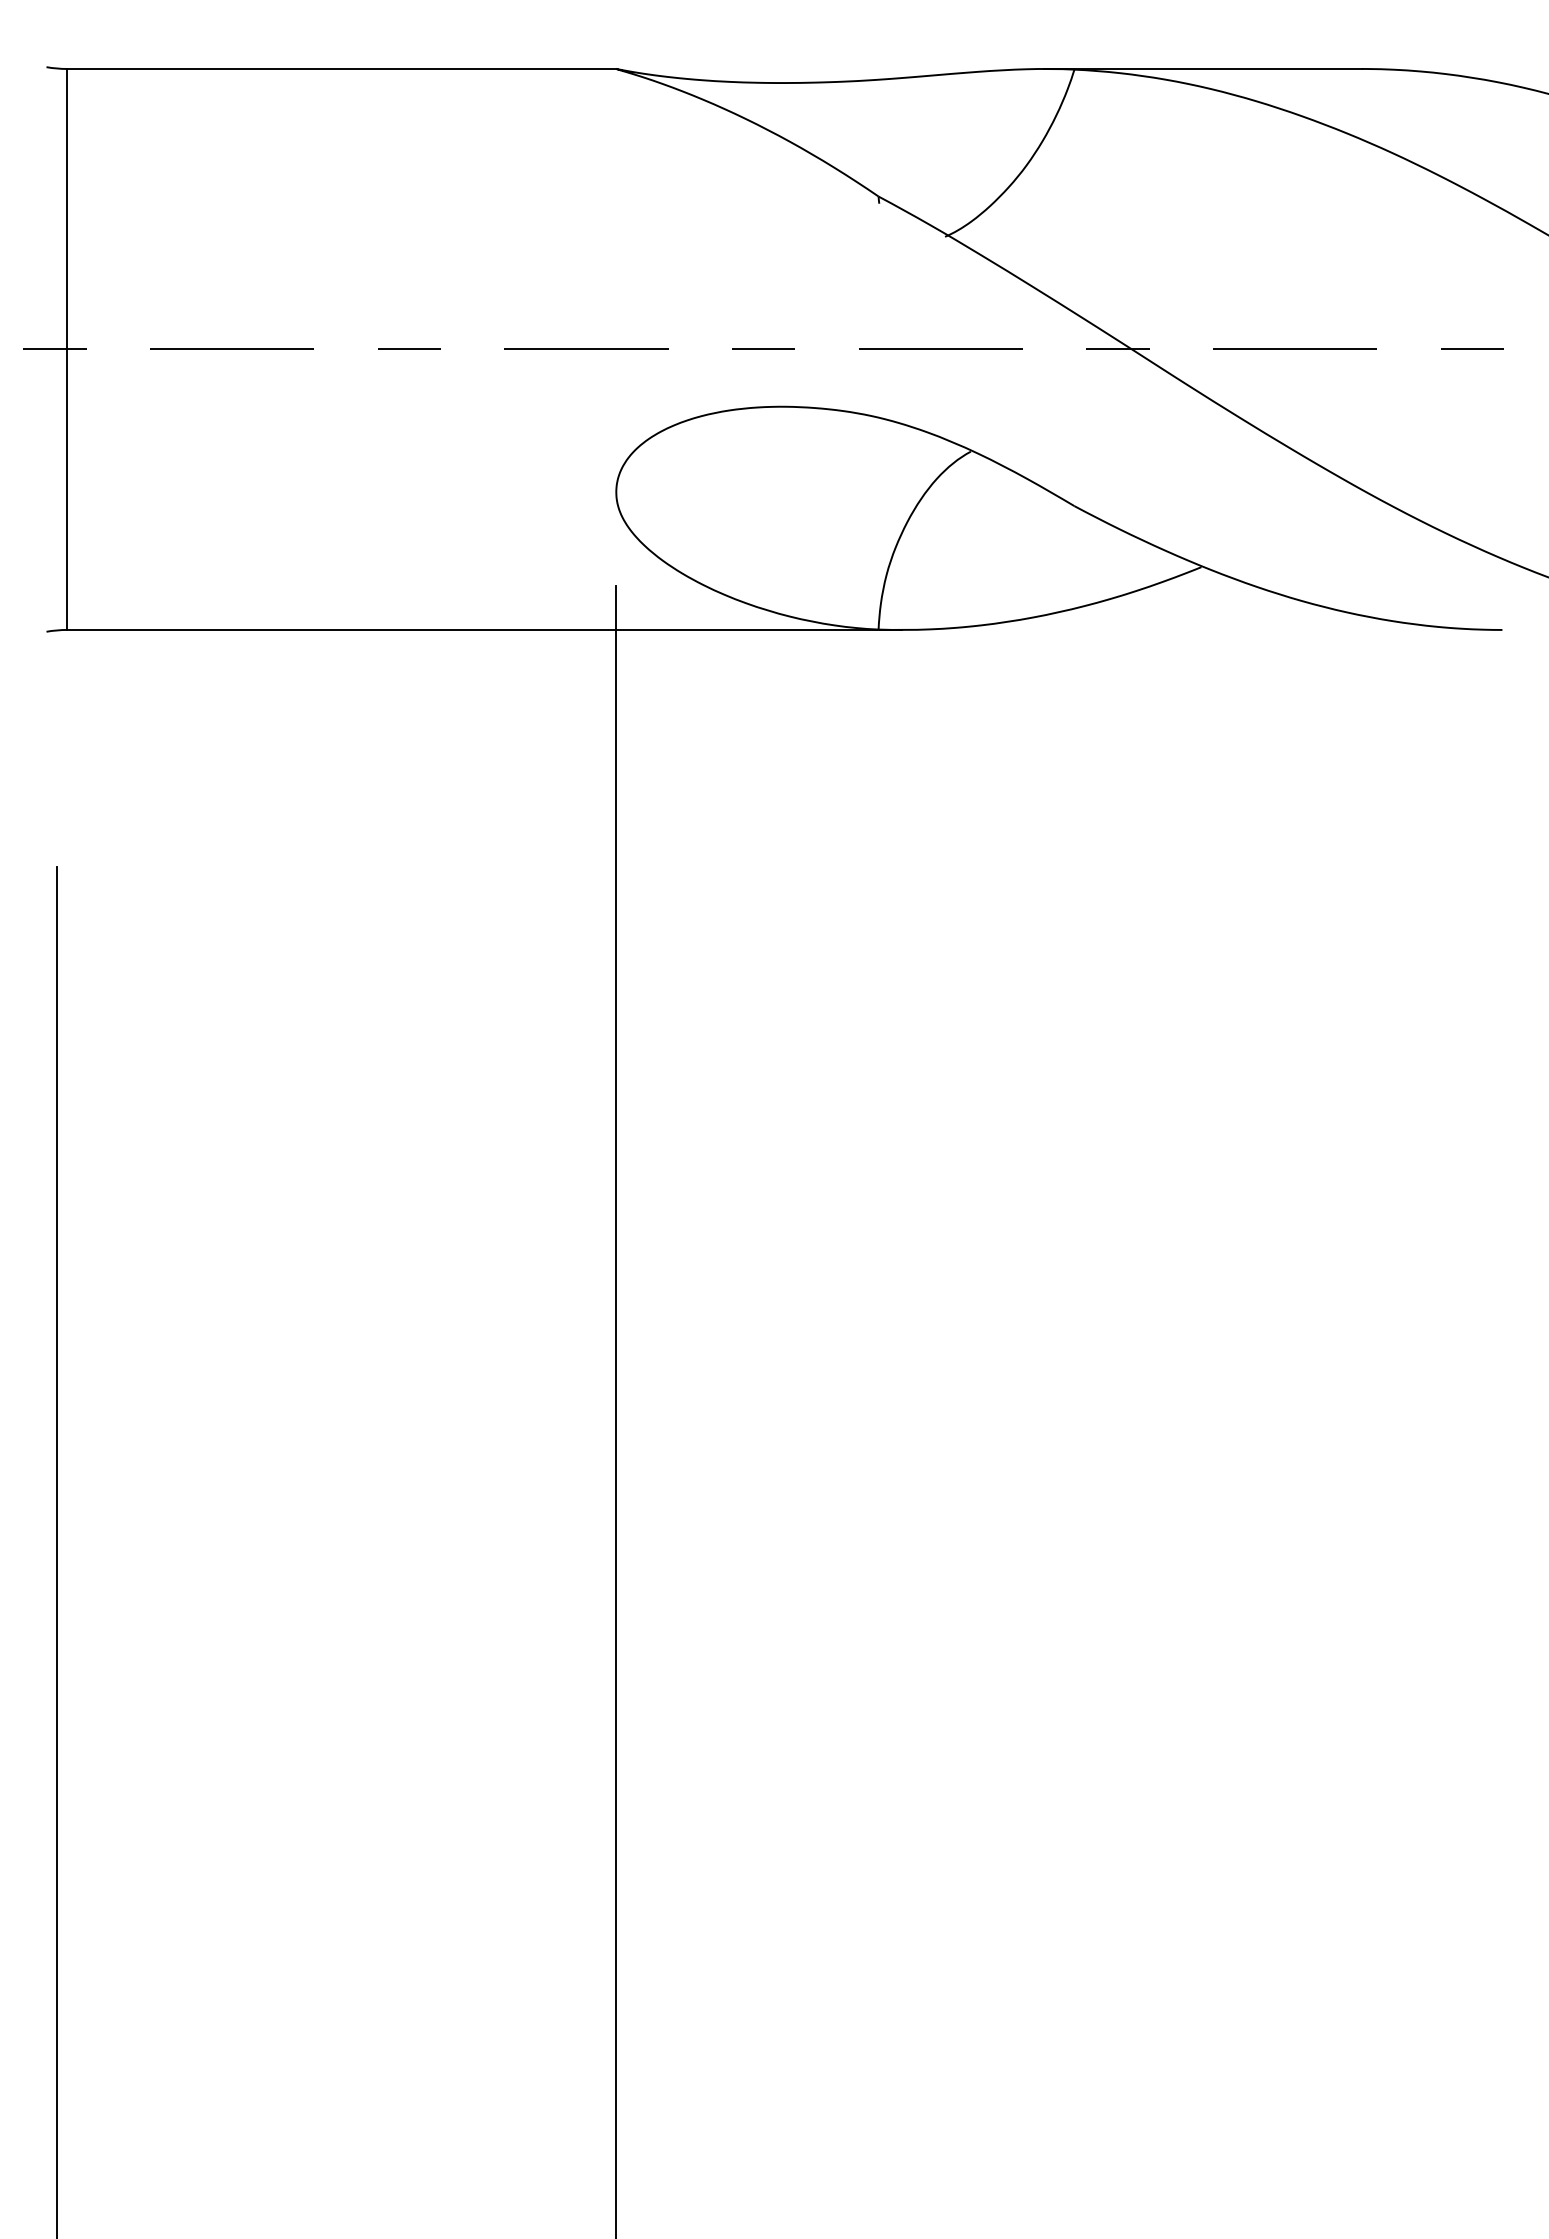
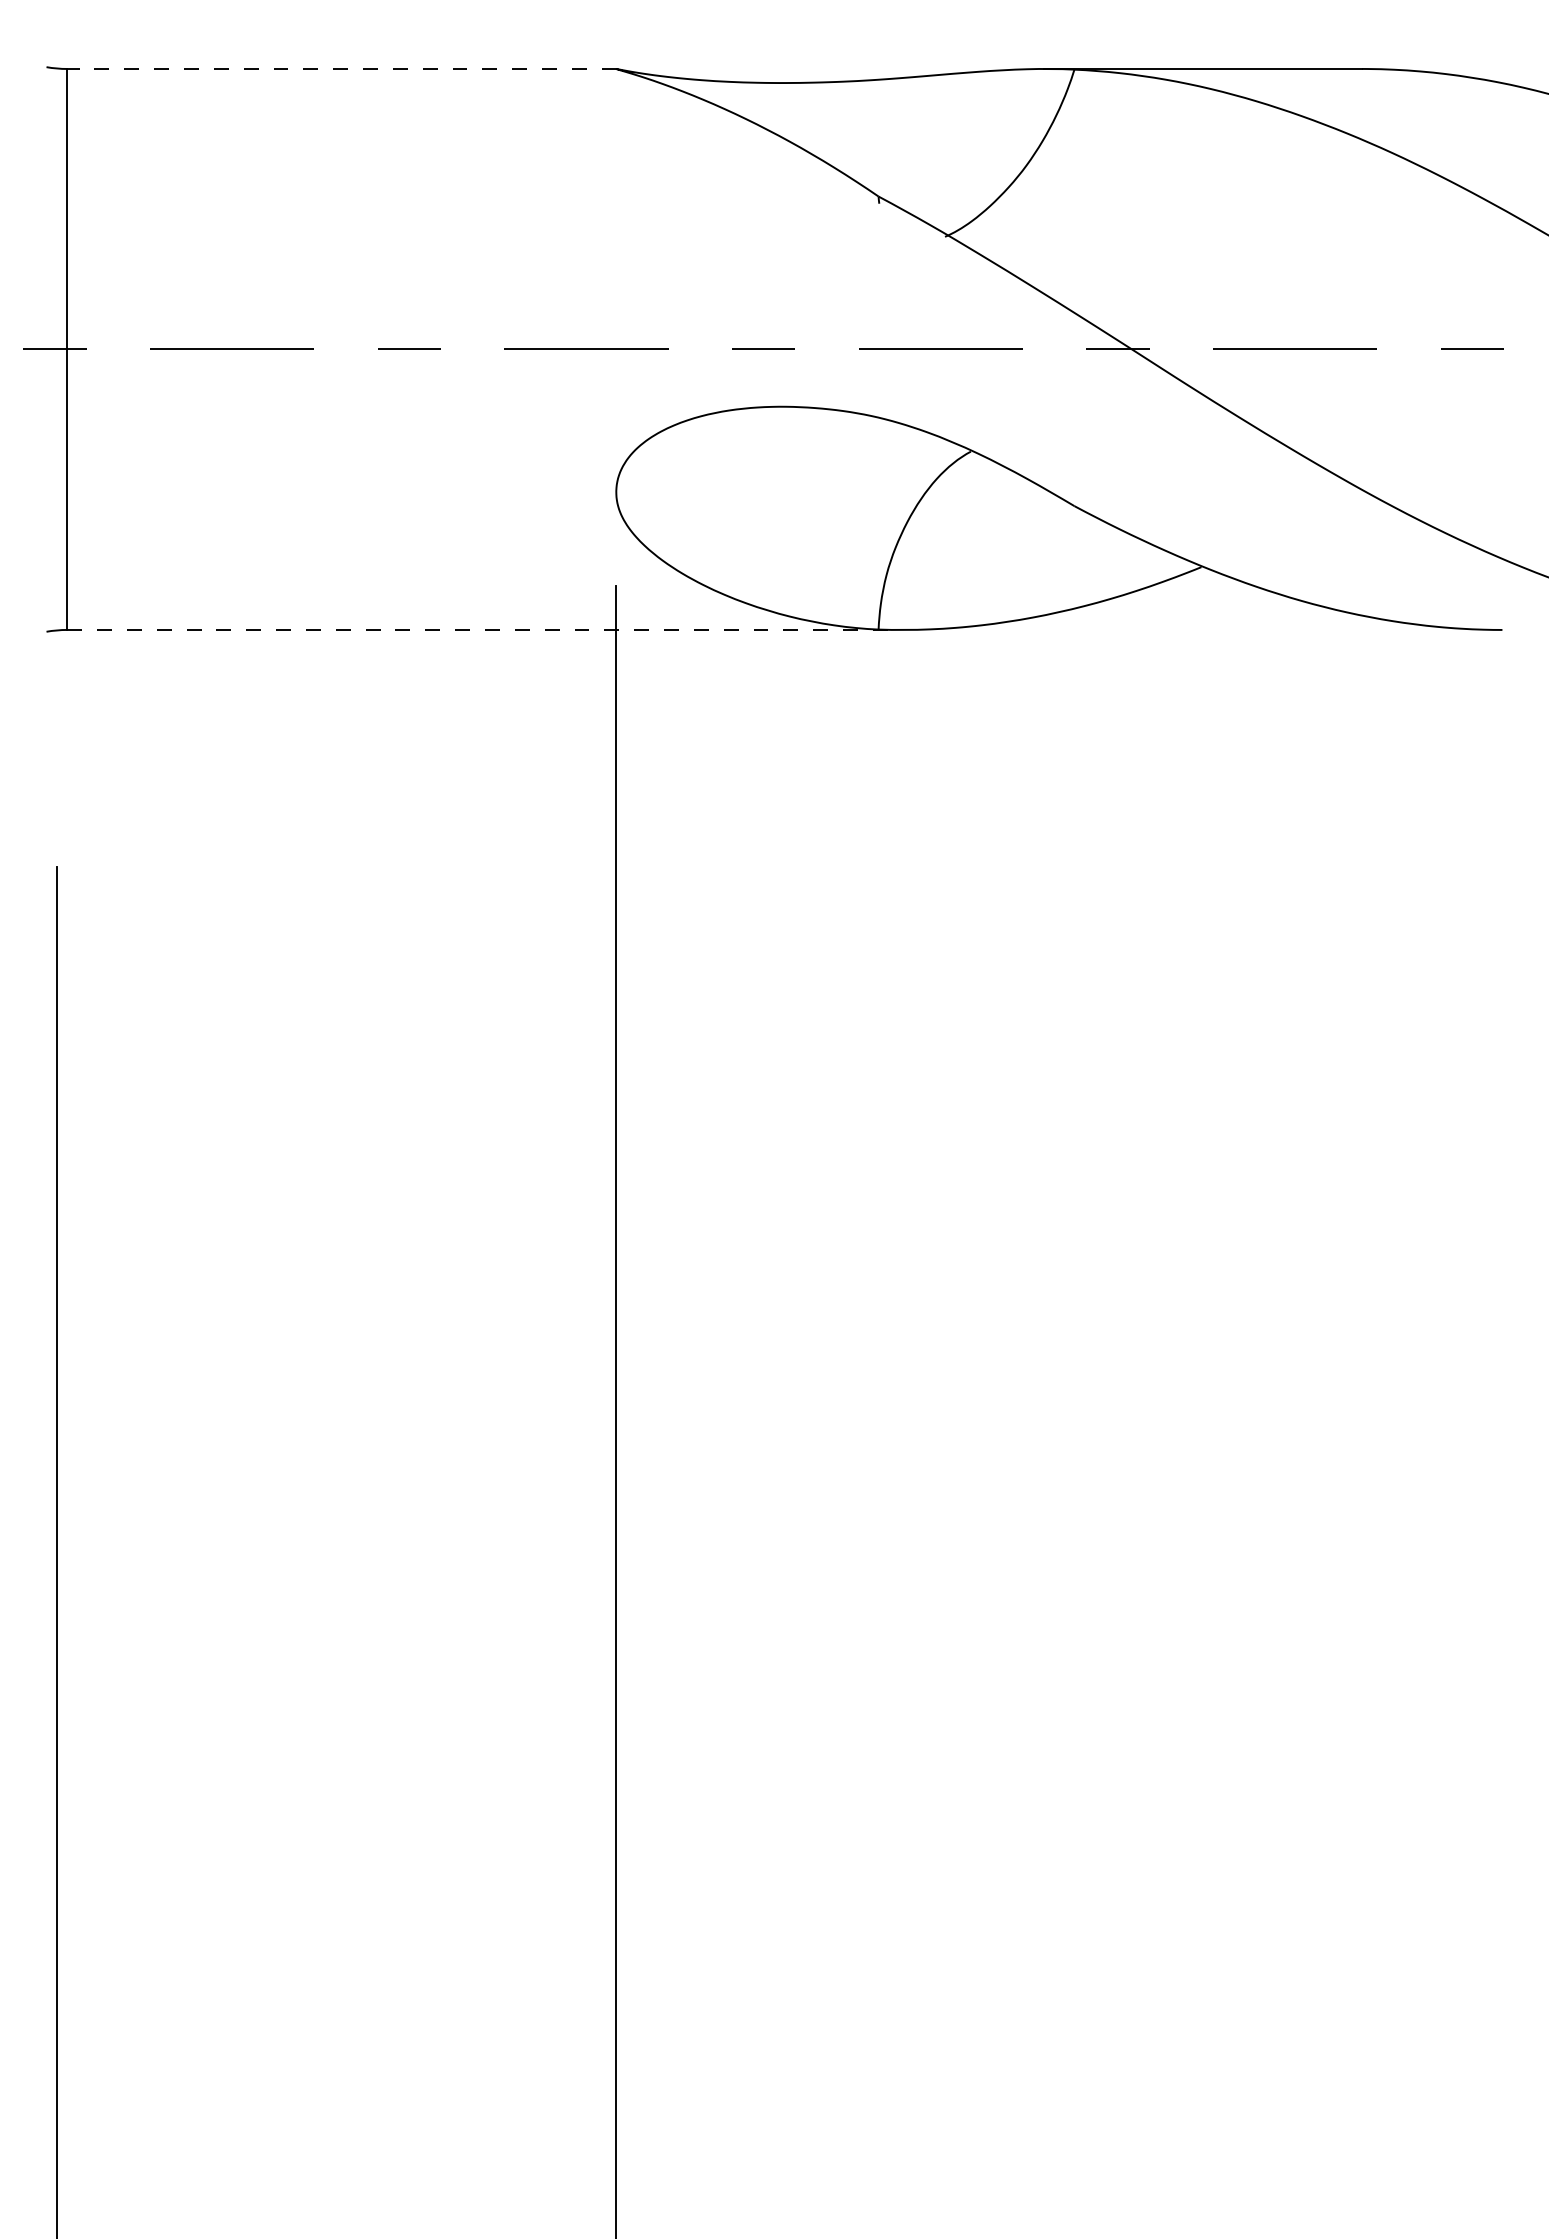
line at (341, 68): solid -> dashed
line at (485, 629): solid -> dashed
